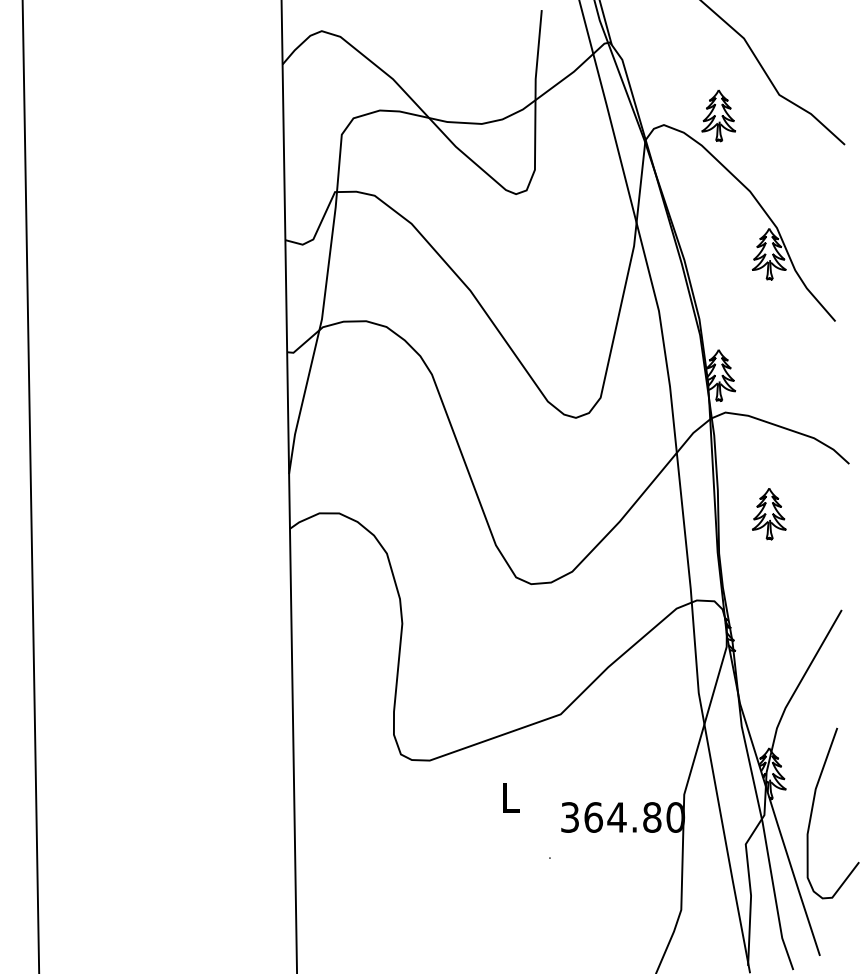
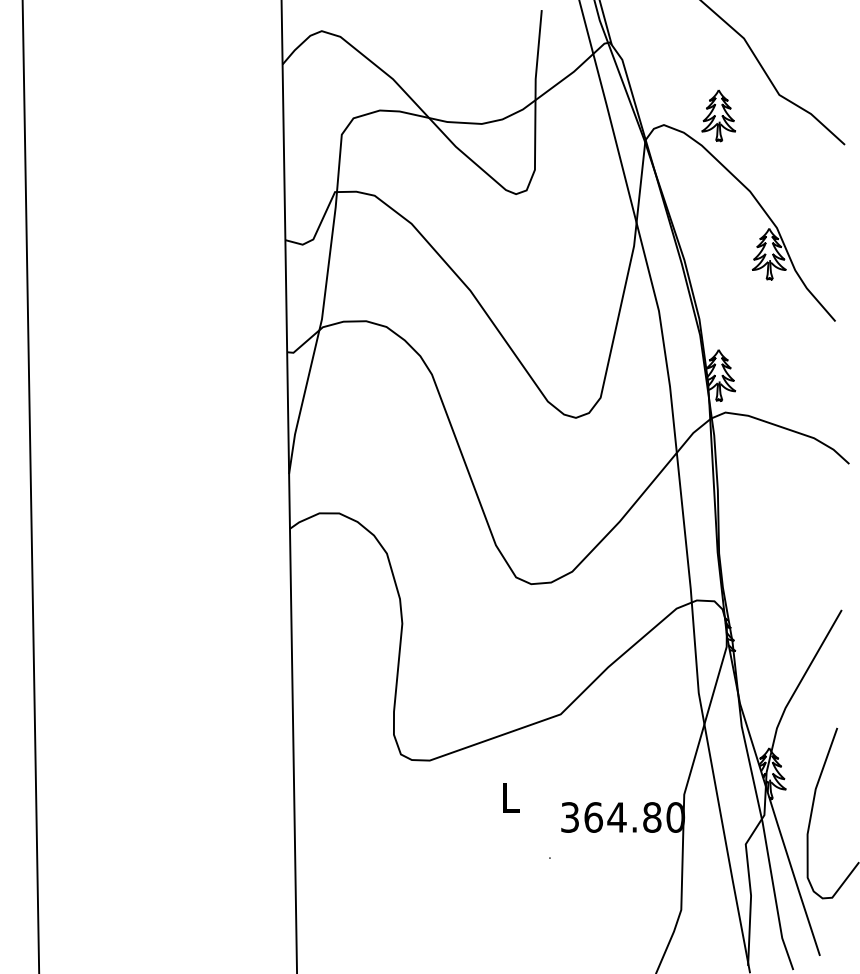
part at (769, 514): present -> none
